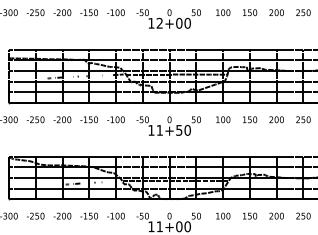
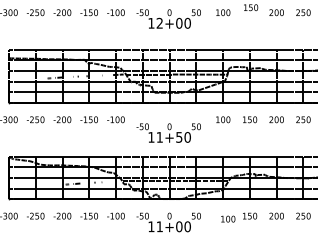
text at (250, 12) position: (250, 12) -> (251, 7)
text at (168, 125) position: (168, 125) -> (168, 132)
text at (223, 215) position: (223, 215) -> (228, 218)
